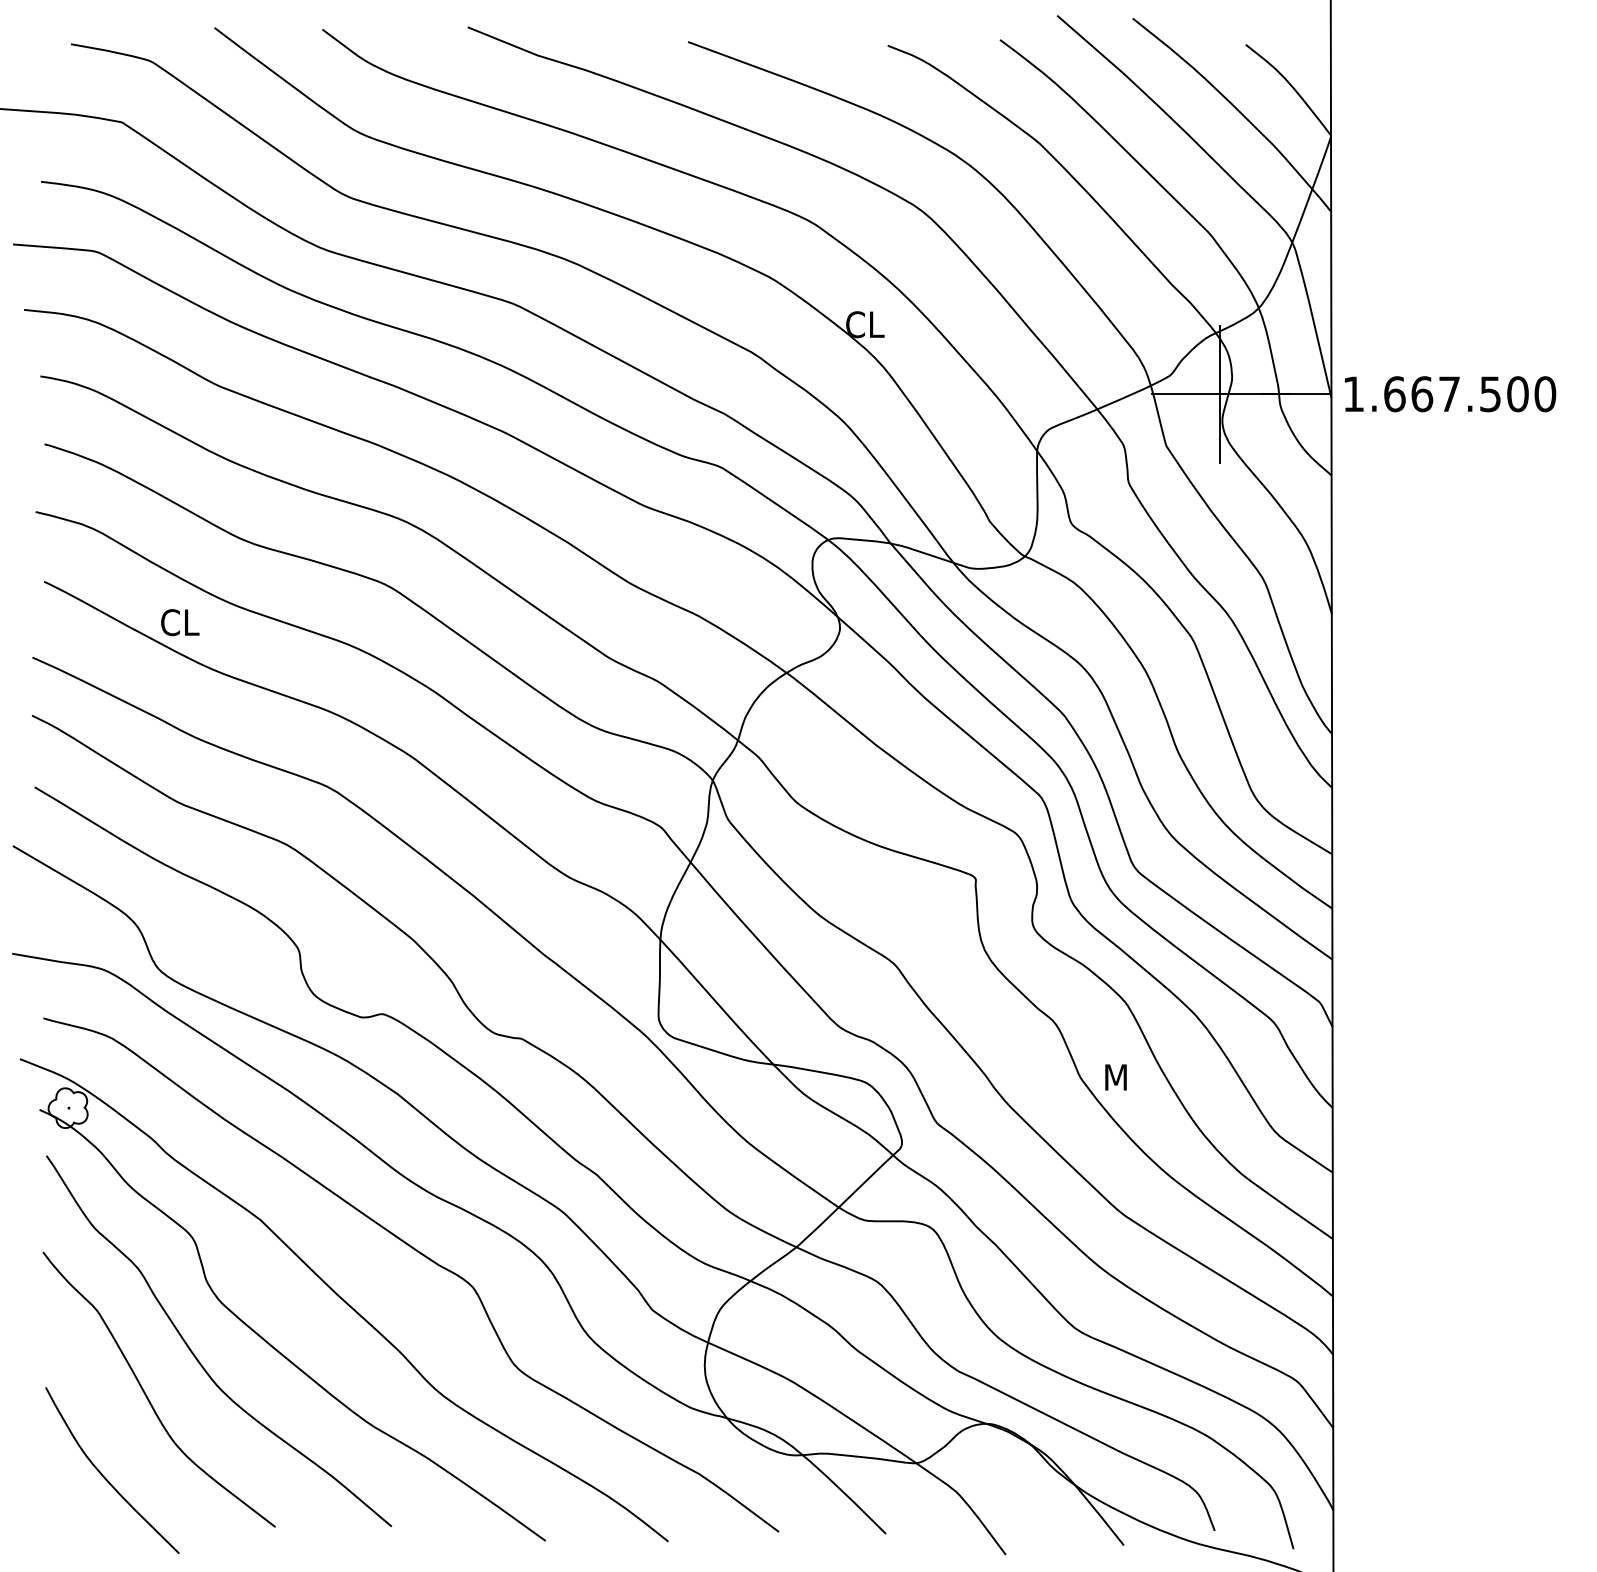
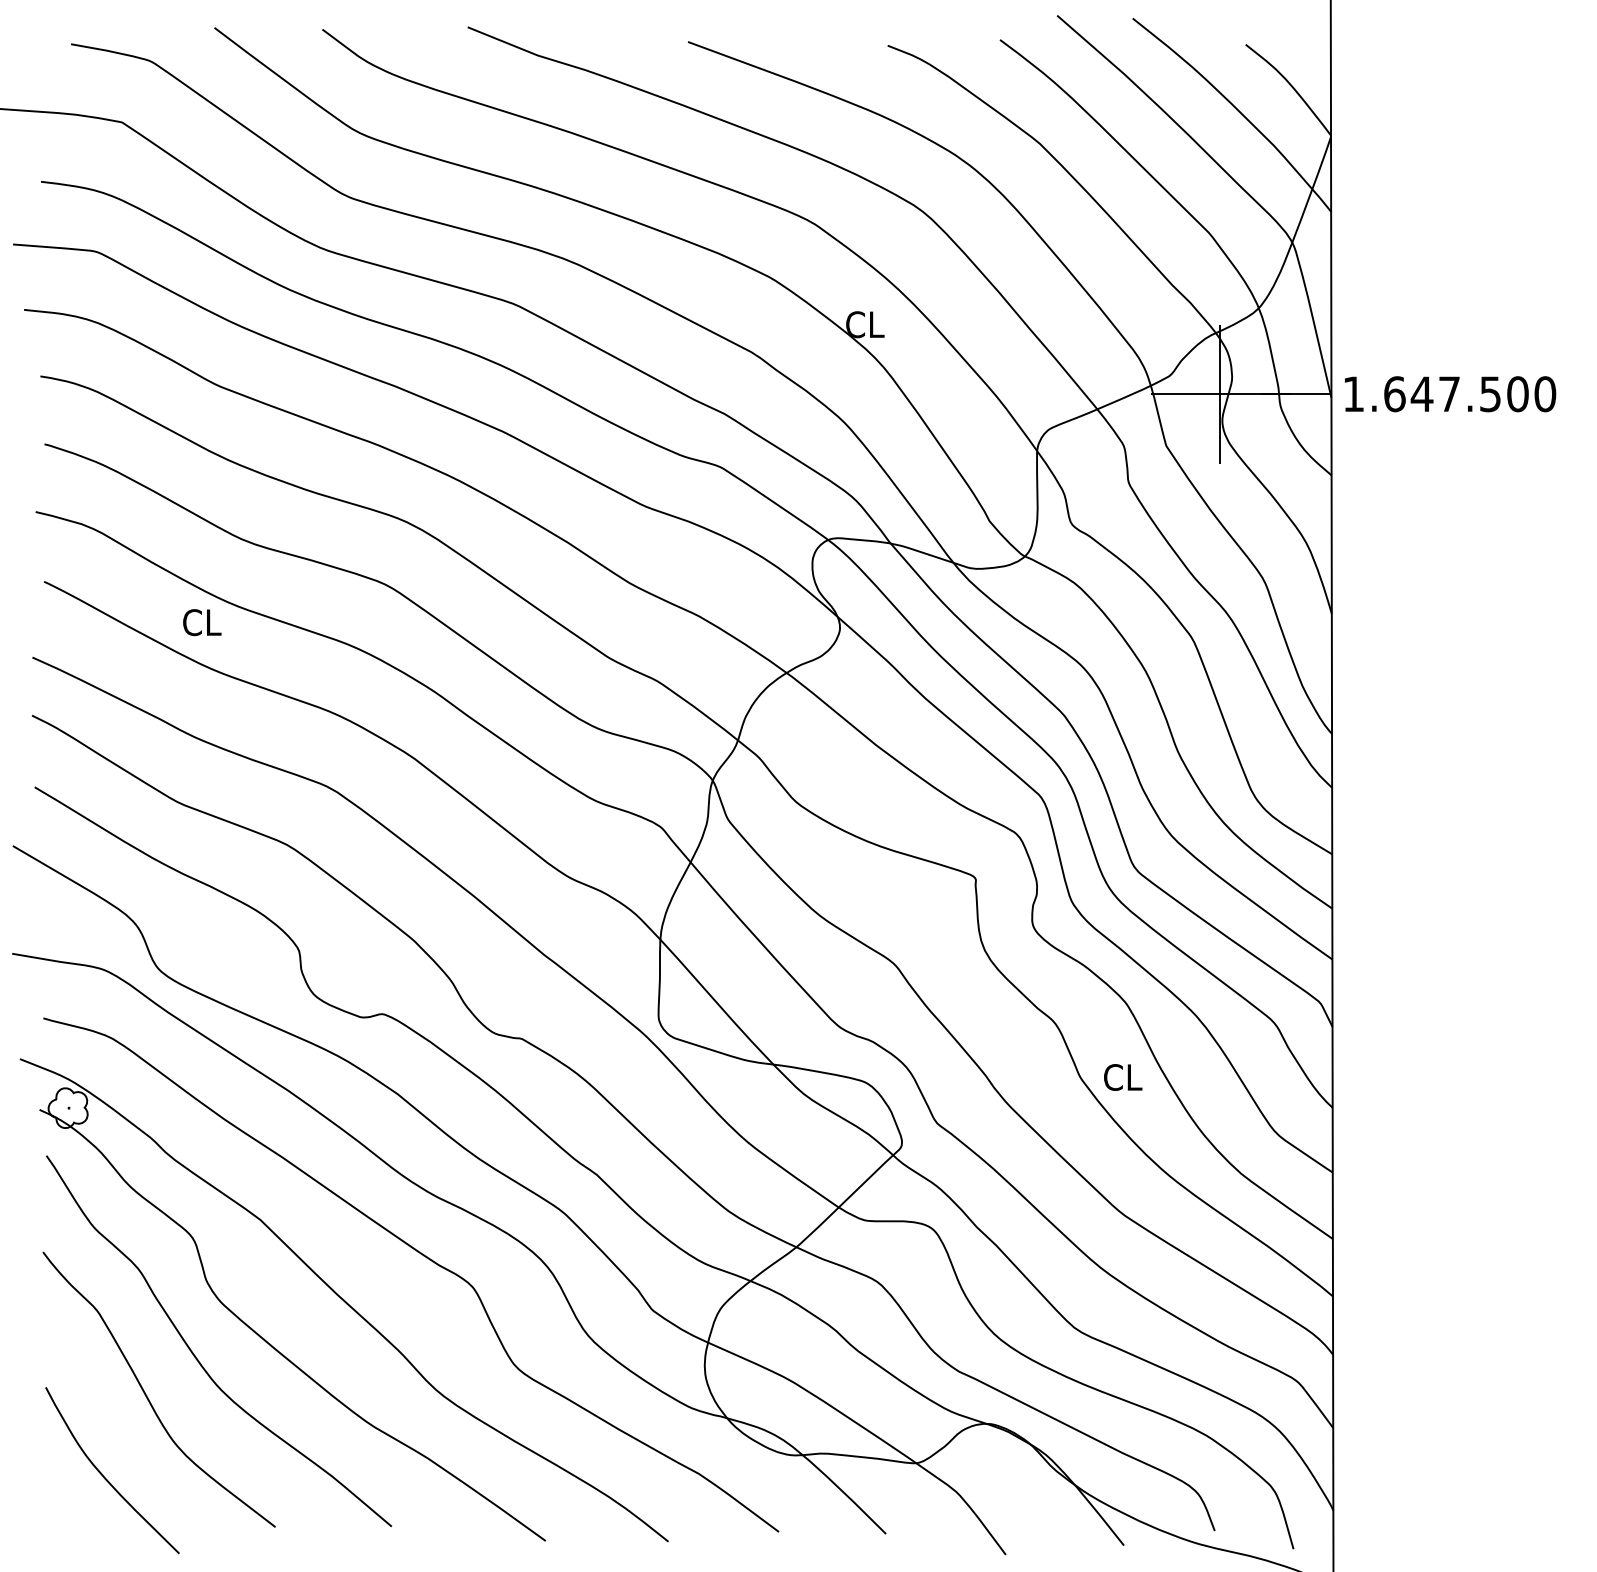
text at (1421, 394): 1.667.500 -> 1.647.500
text at (180, 622) position: (180, 622) -> (202, 622)
text at (1123, 1077): M -> CL
